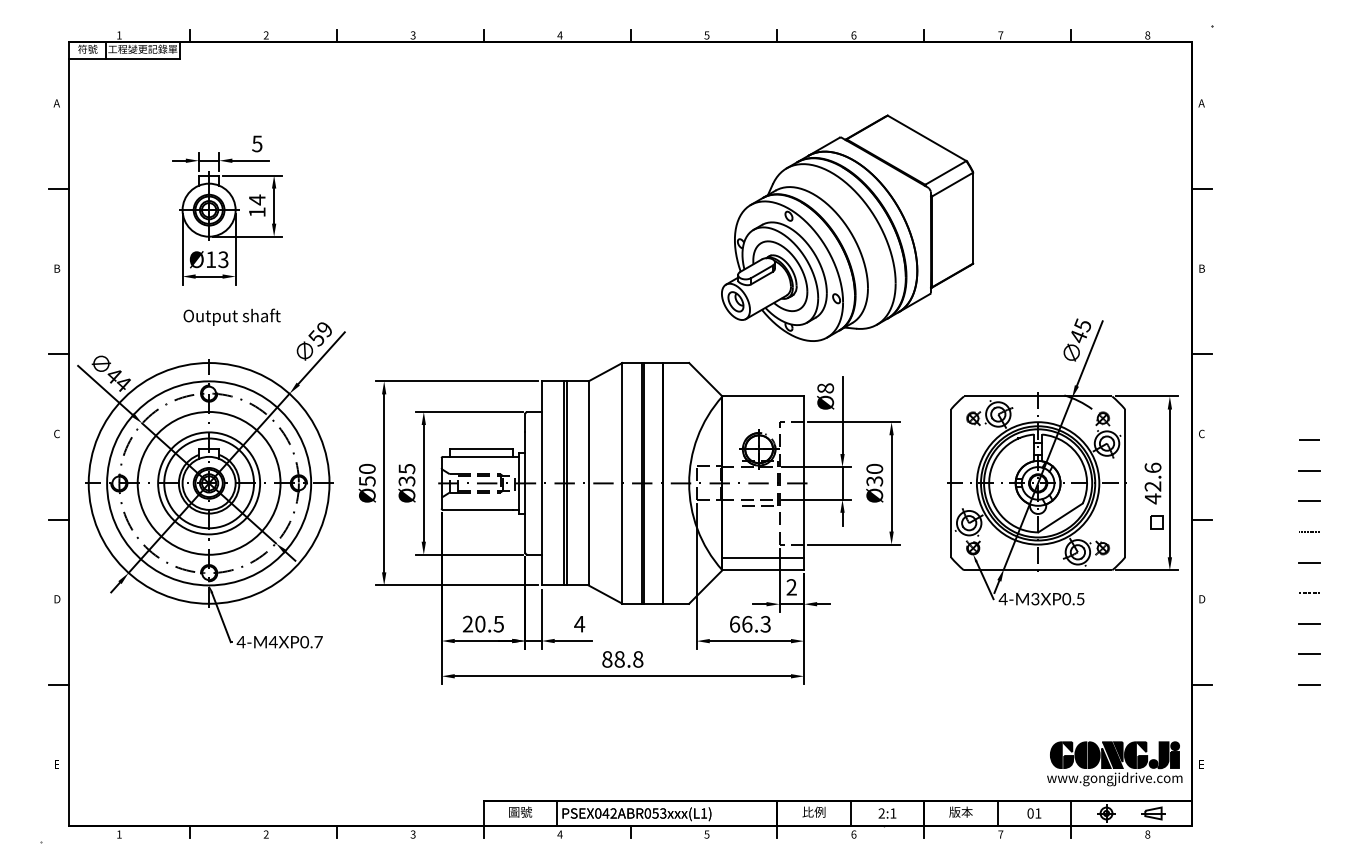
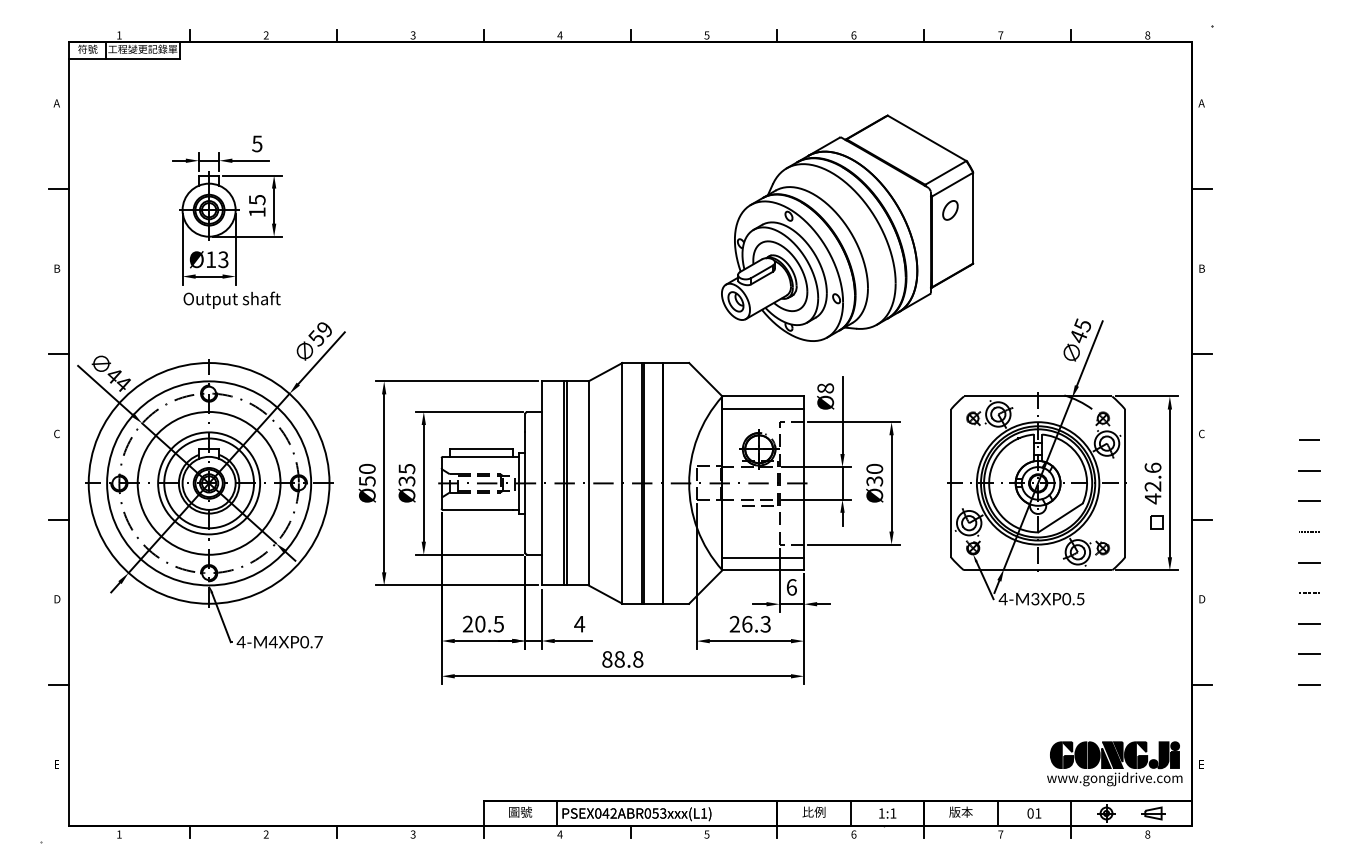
text at (257, 199): 14 -> 15
part at (950, 210): none -> present
text at (231, 316) position: (231, 316) -> (231, 299)
line at (763, 409): none -> present
text at (791, 587): 2 -> 6
text at (734, 623): 66.3 -> 26.3
text at (881, 813): 2:1 -> 1:1
